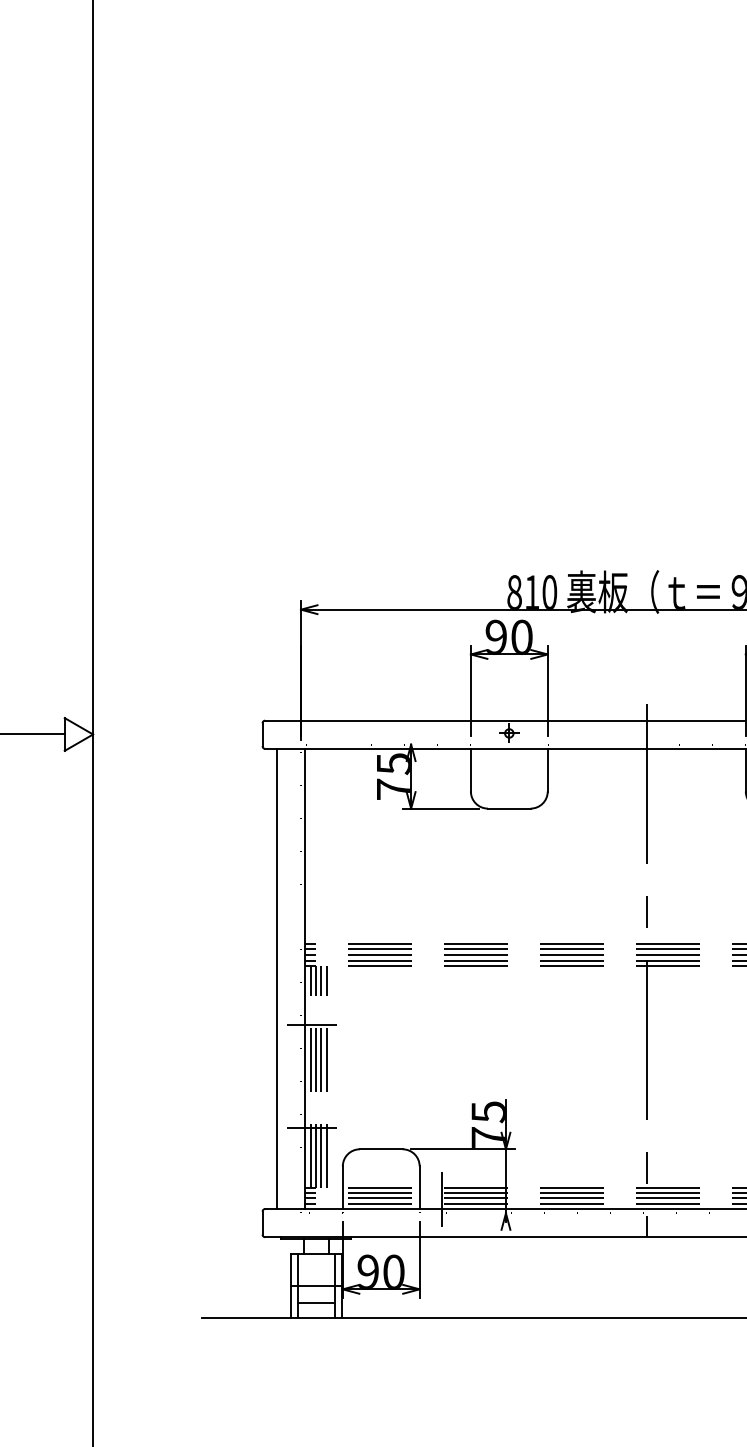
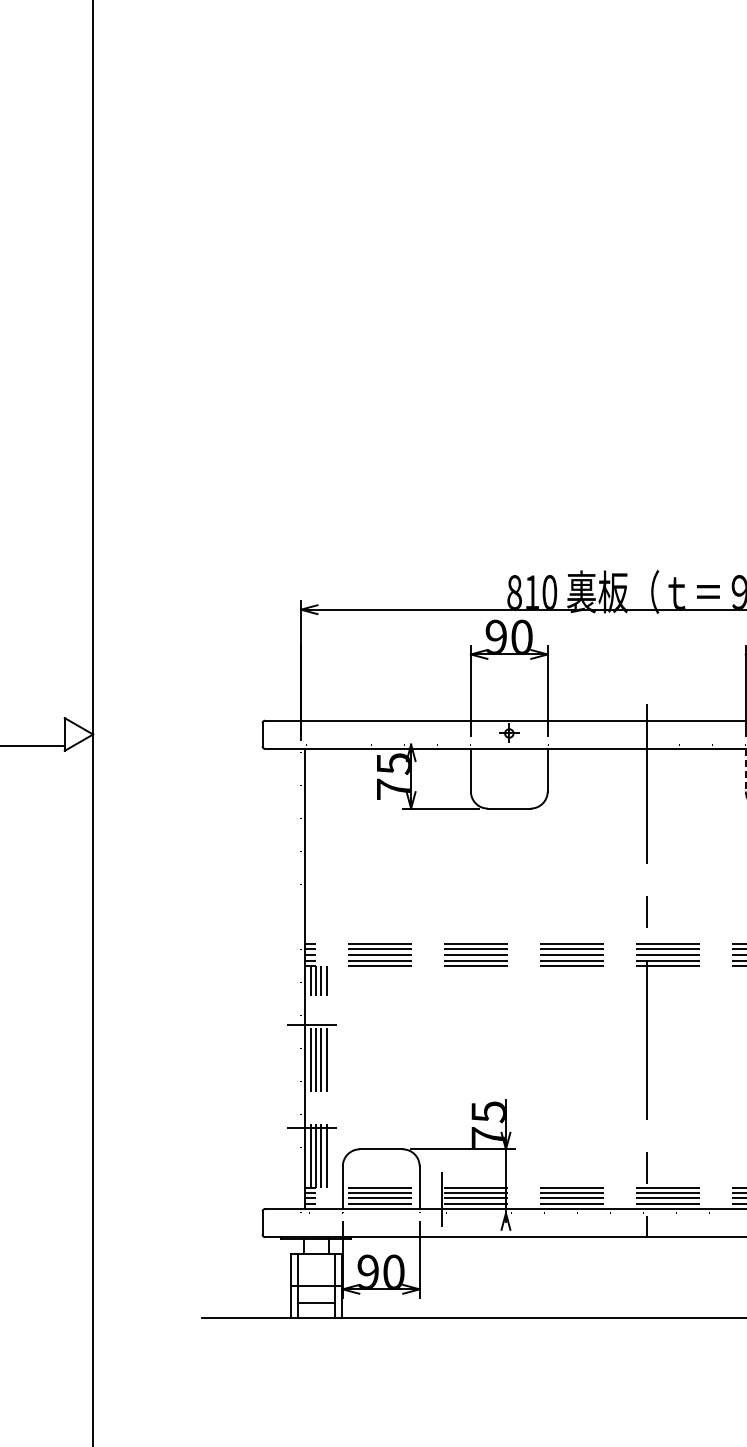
line at (33, 734) position: (33, 734) -> (33, 746)
line at (745, 770): solid -> dashed
line at (277, 979): present -> none
